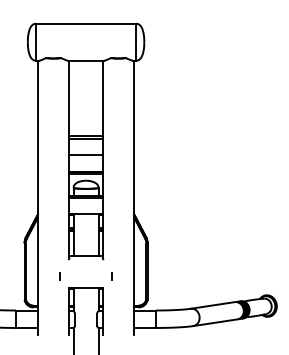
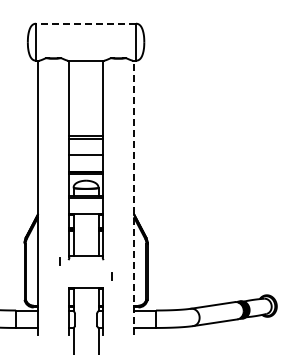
line at (86, 23): solid -> dashed
line at (134, 197): solid -> dashed
line at (59, 276) position: (59, 276) -> (59, 261)
